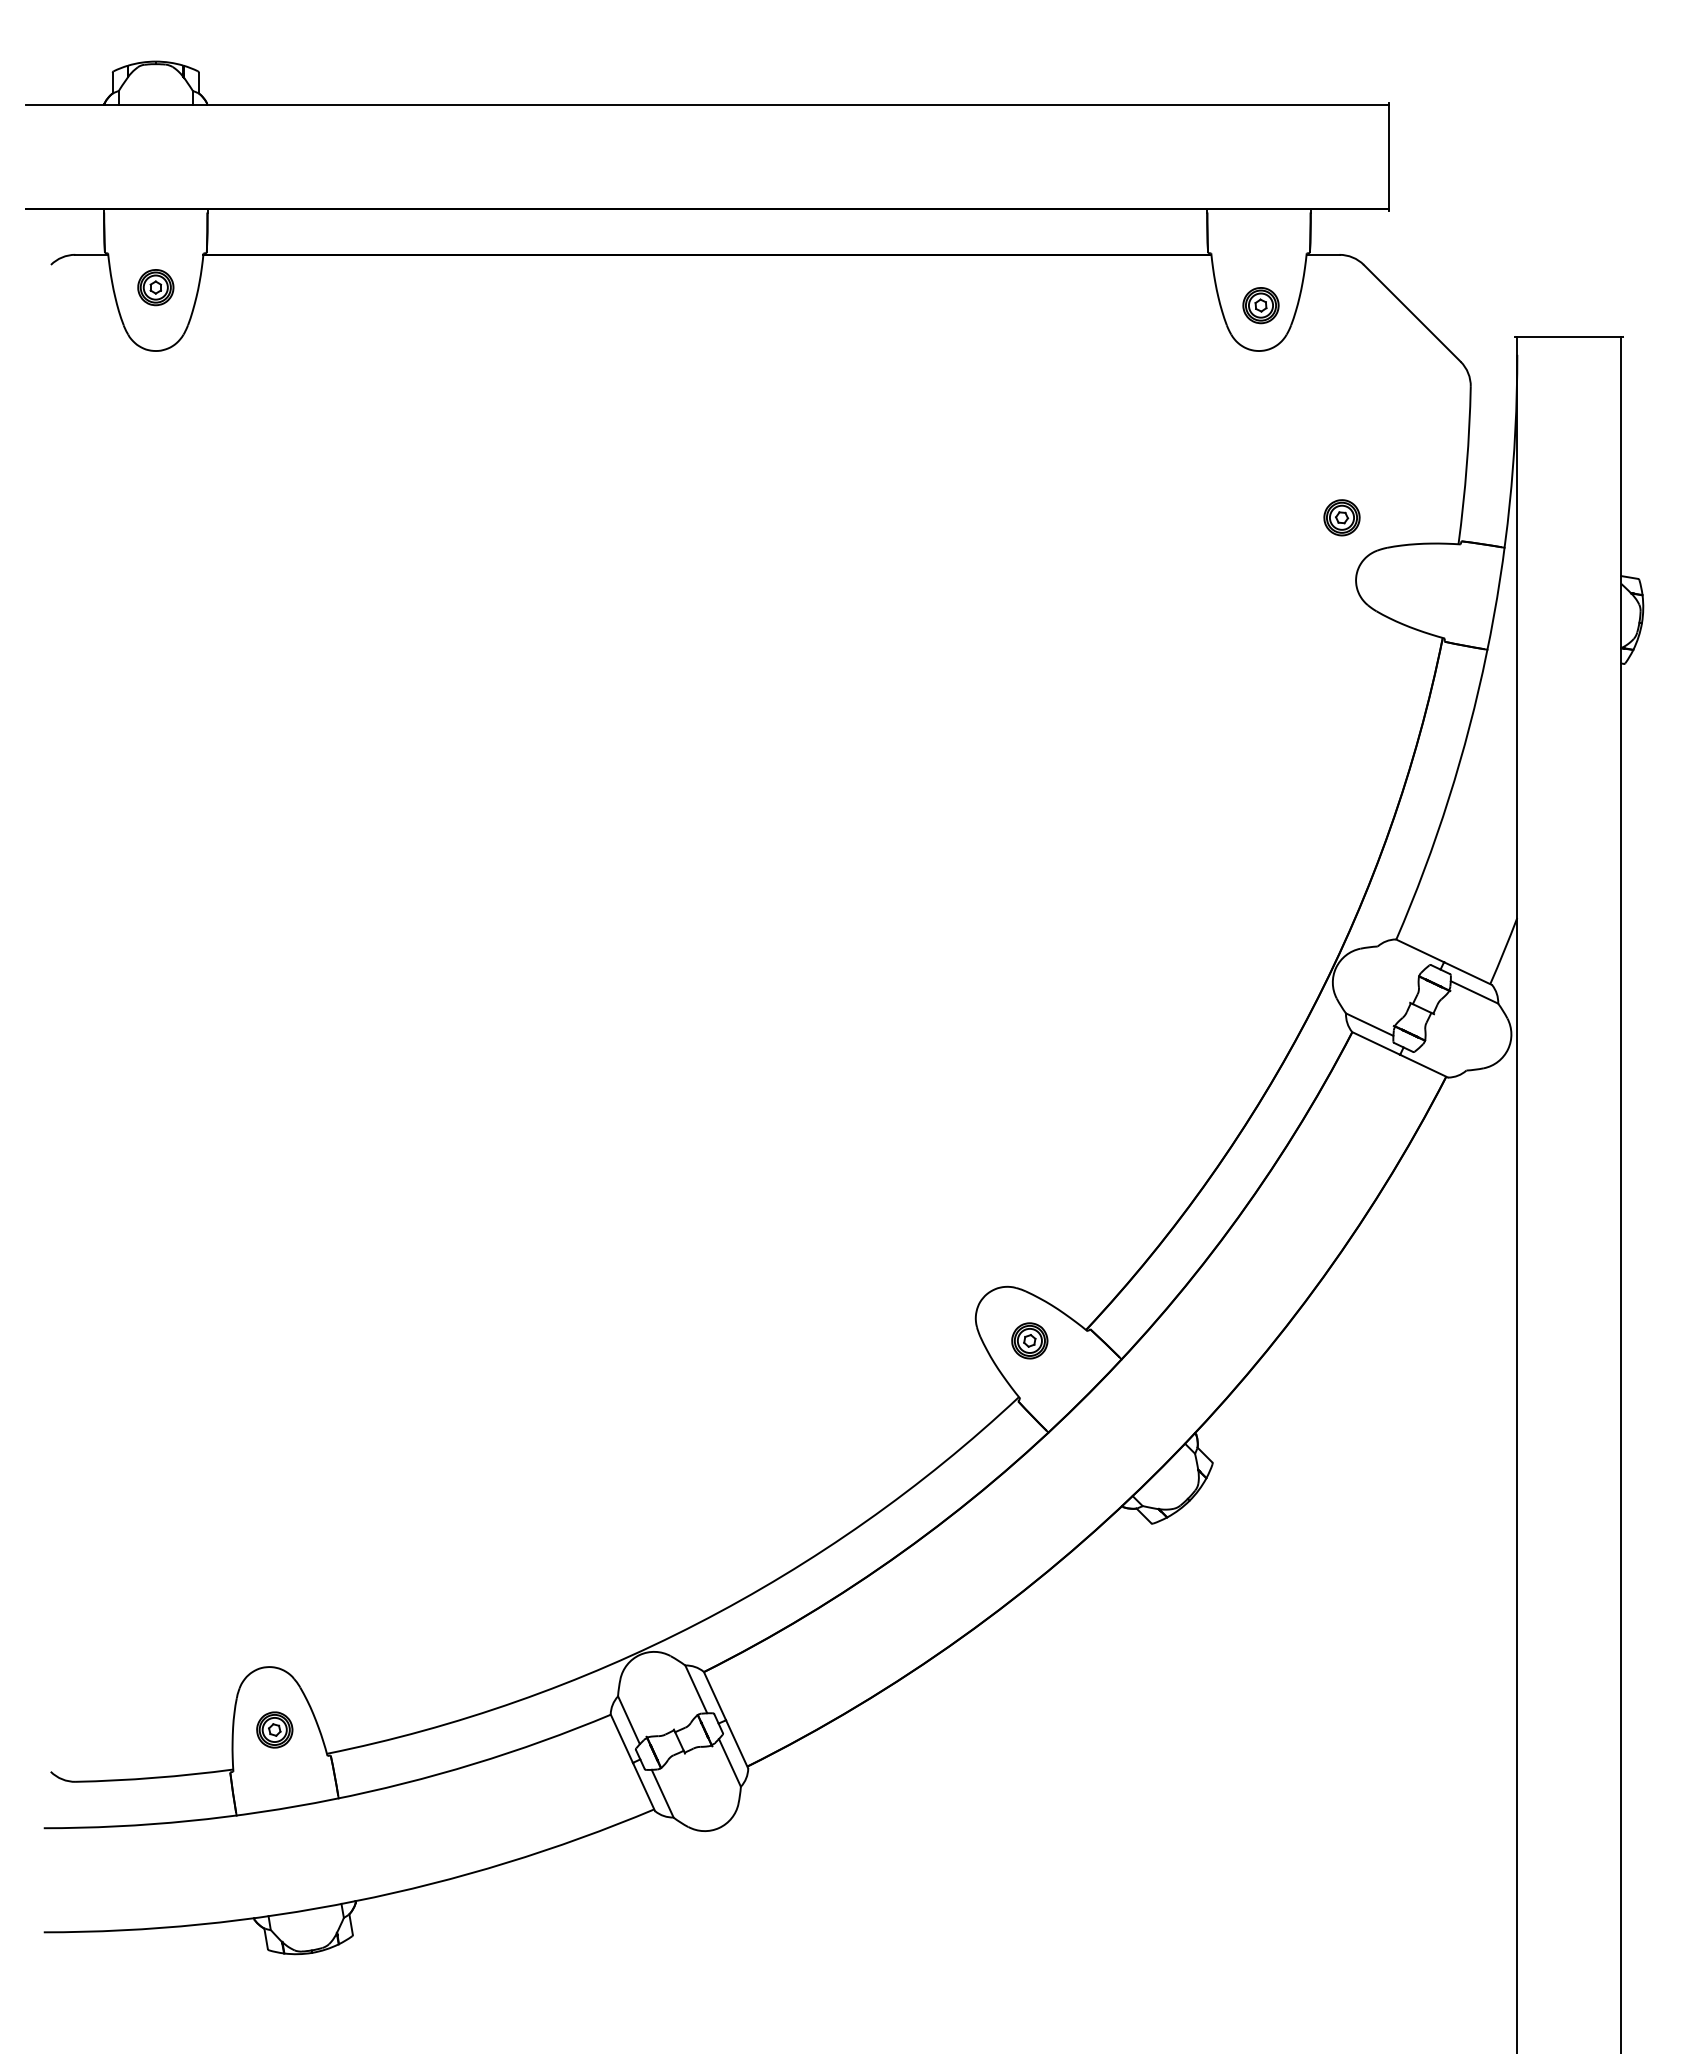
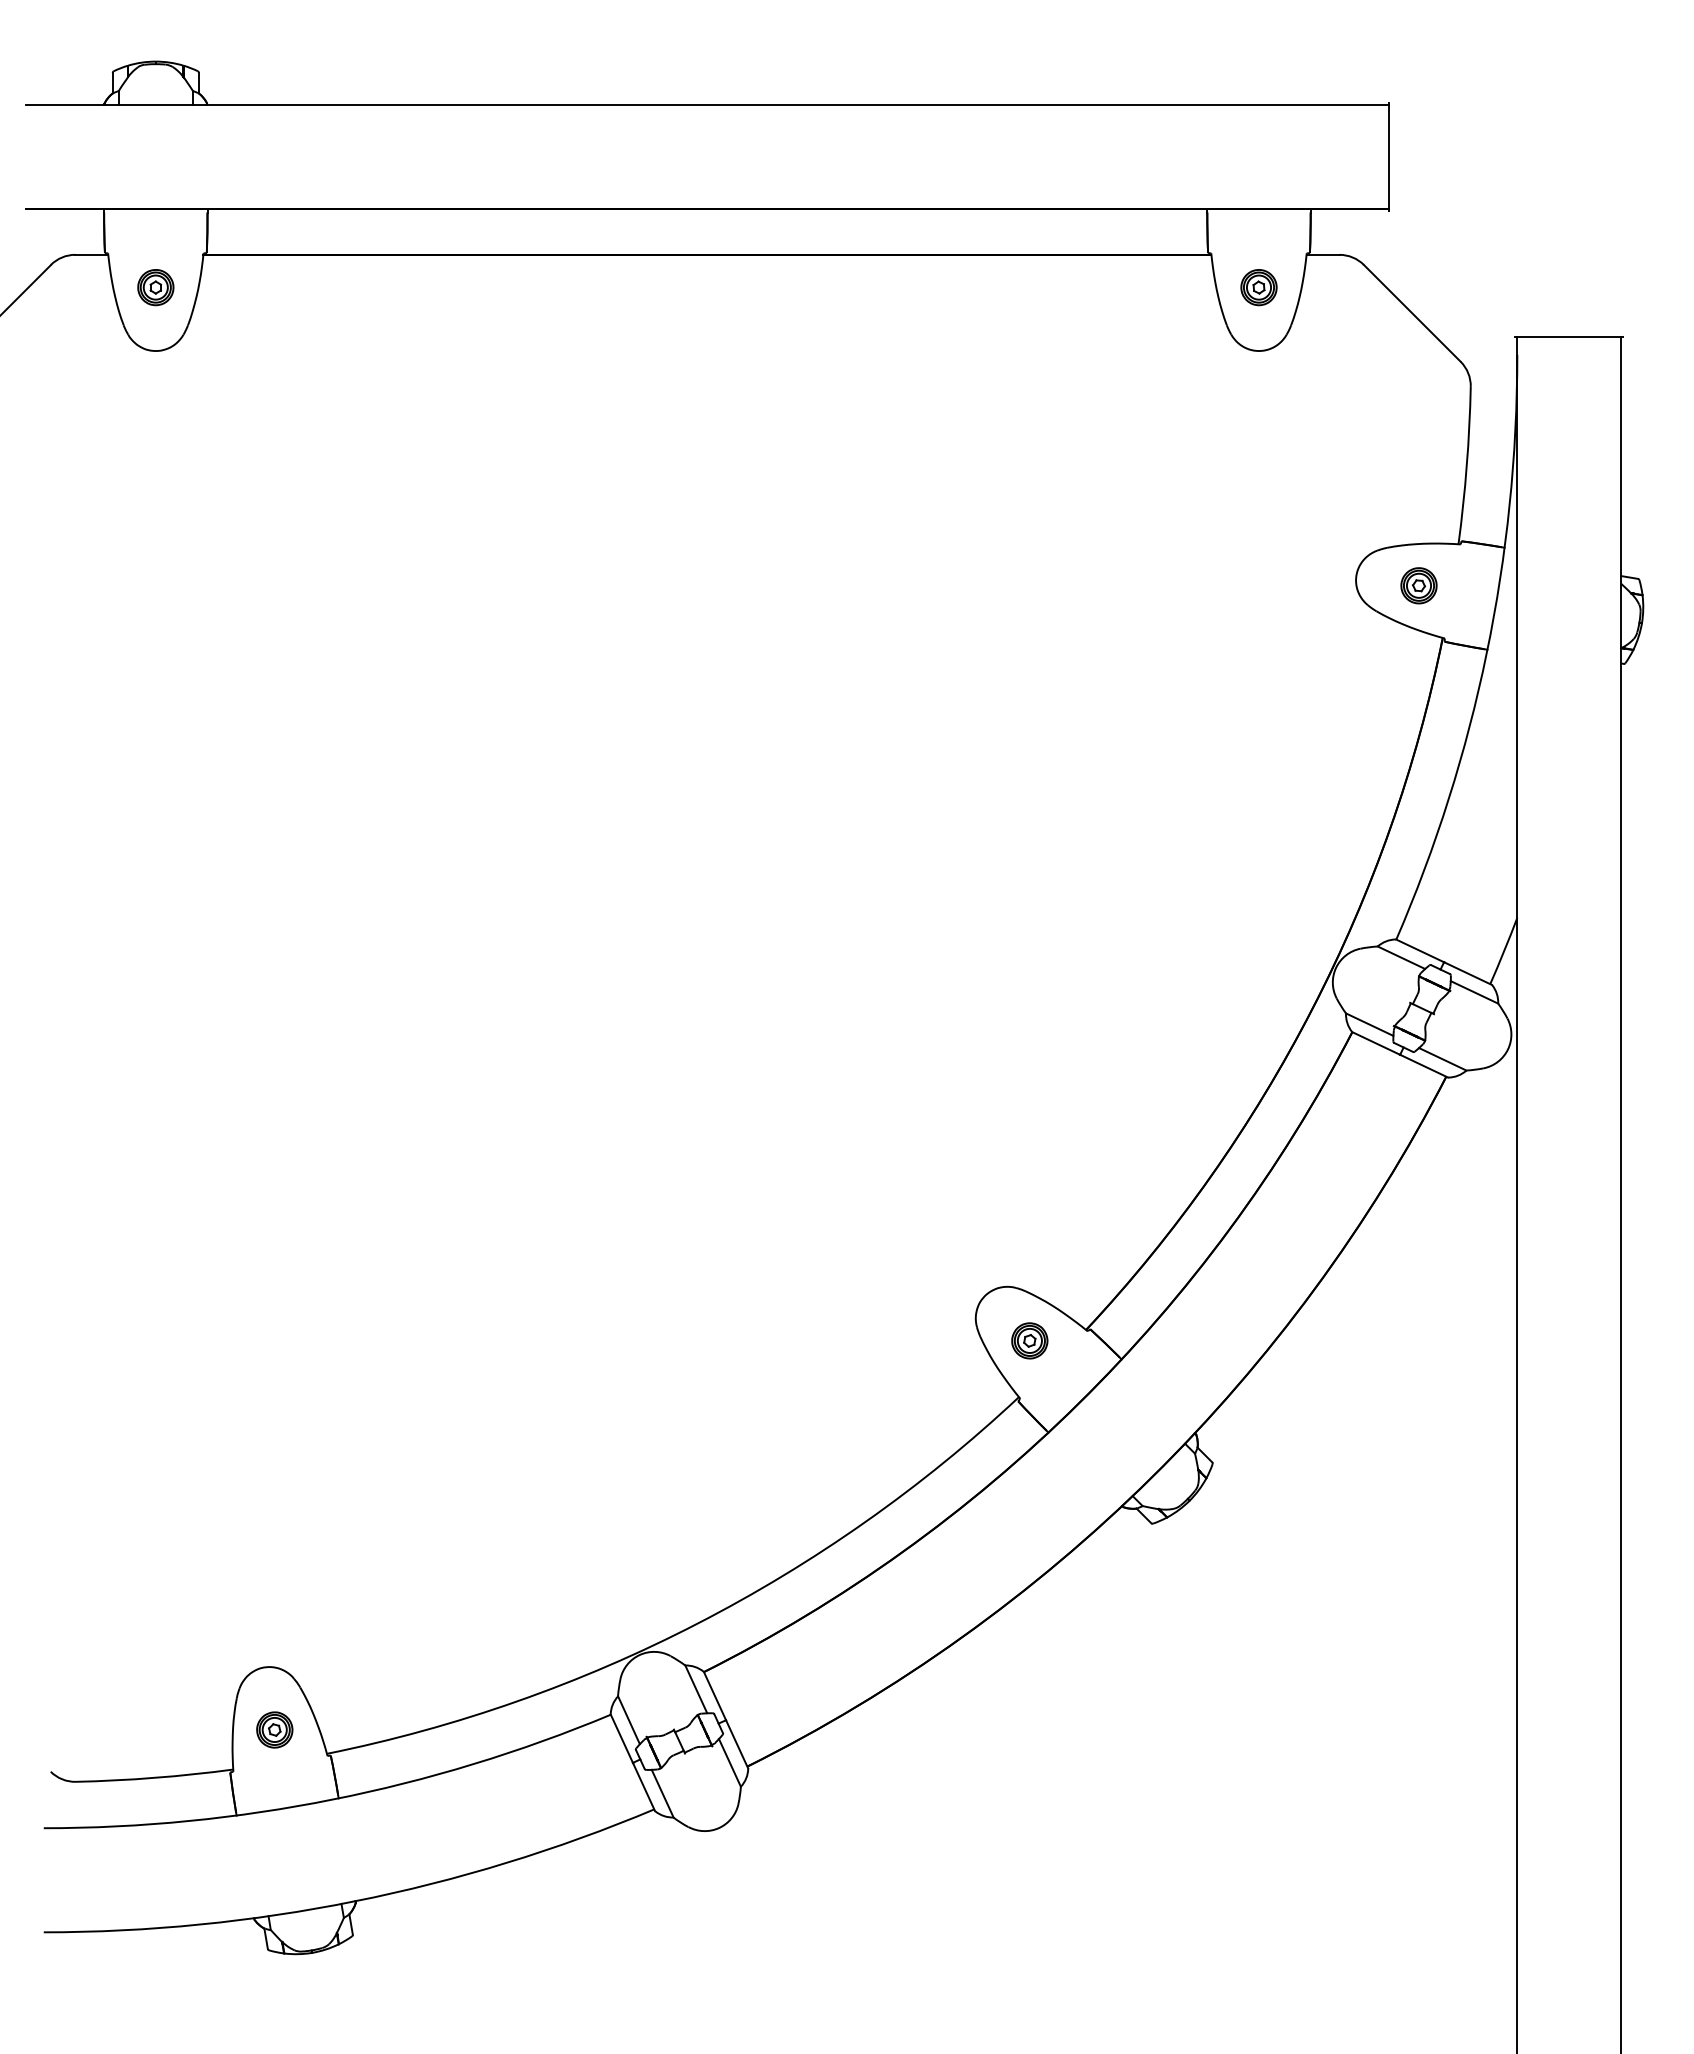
line at (26, 289): none -> present
part at (1260, 305) position: (1260, 305) -> (1258, 287)
part at (1341, 517) position: (1341, 517) -> (1418, 585)
line at (1401, 957): none -> present
line at (1442, 1059): none -> present
